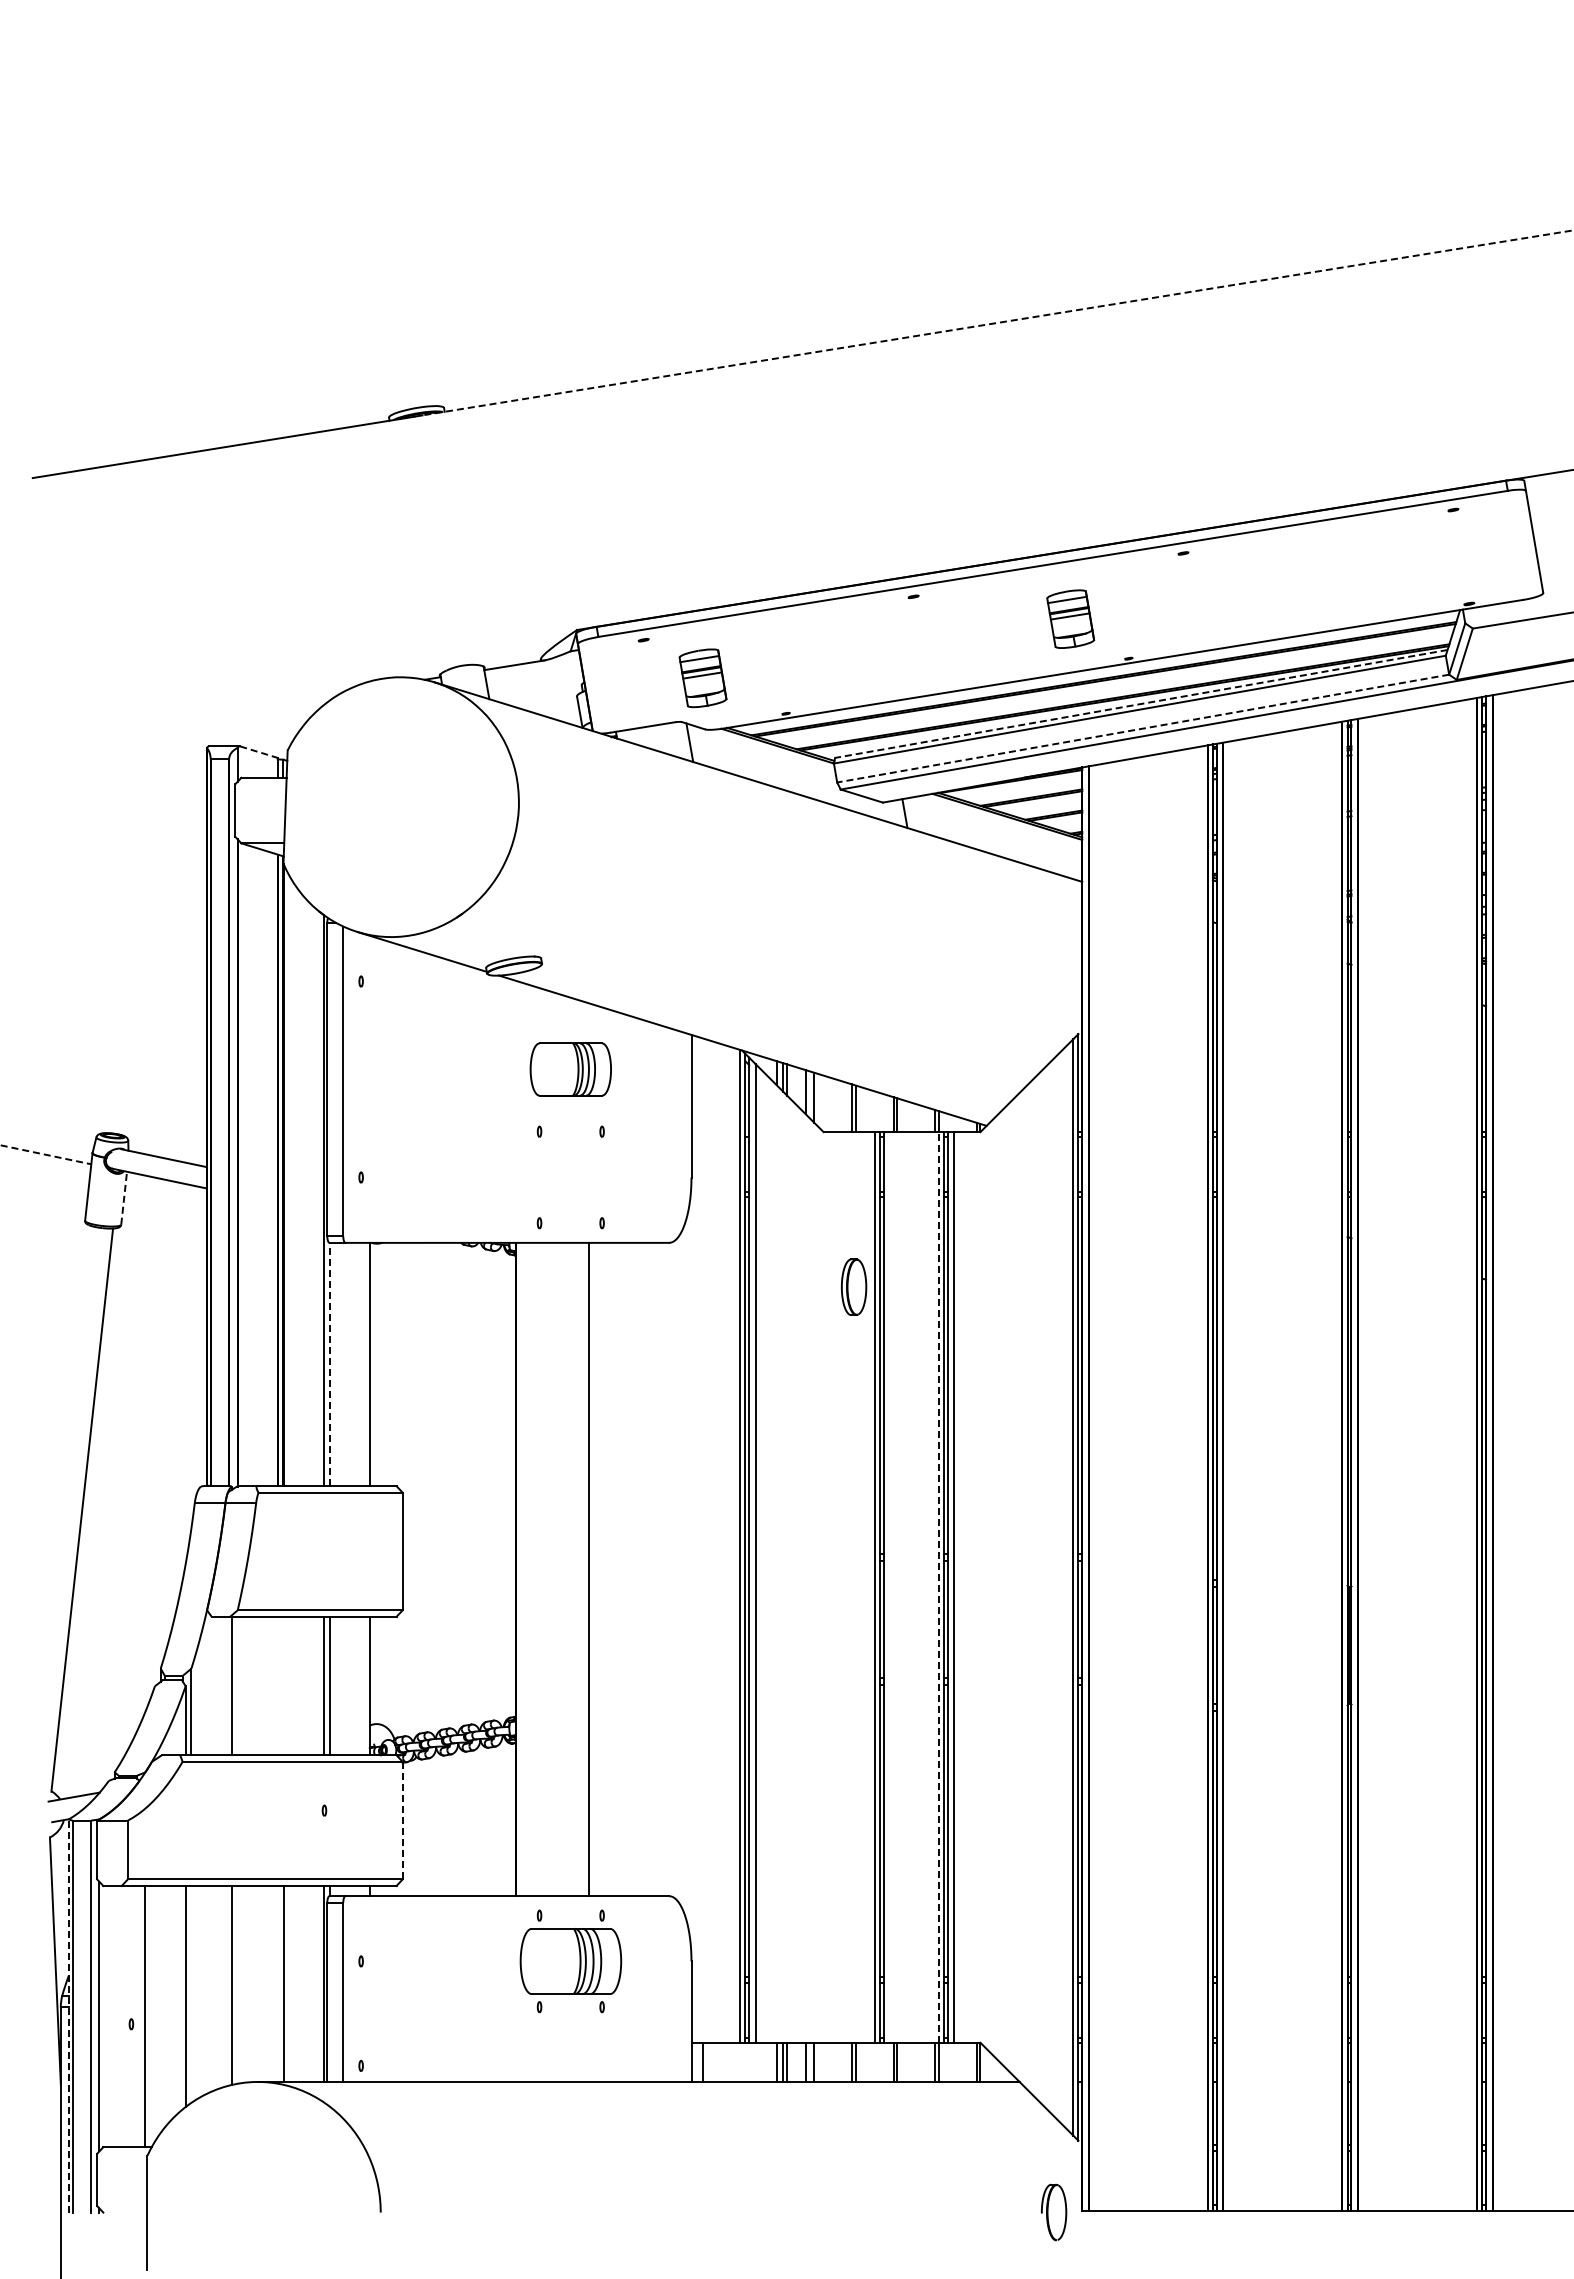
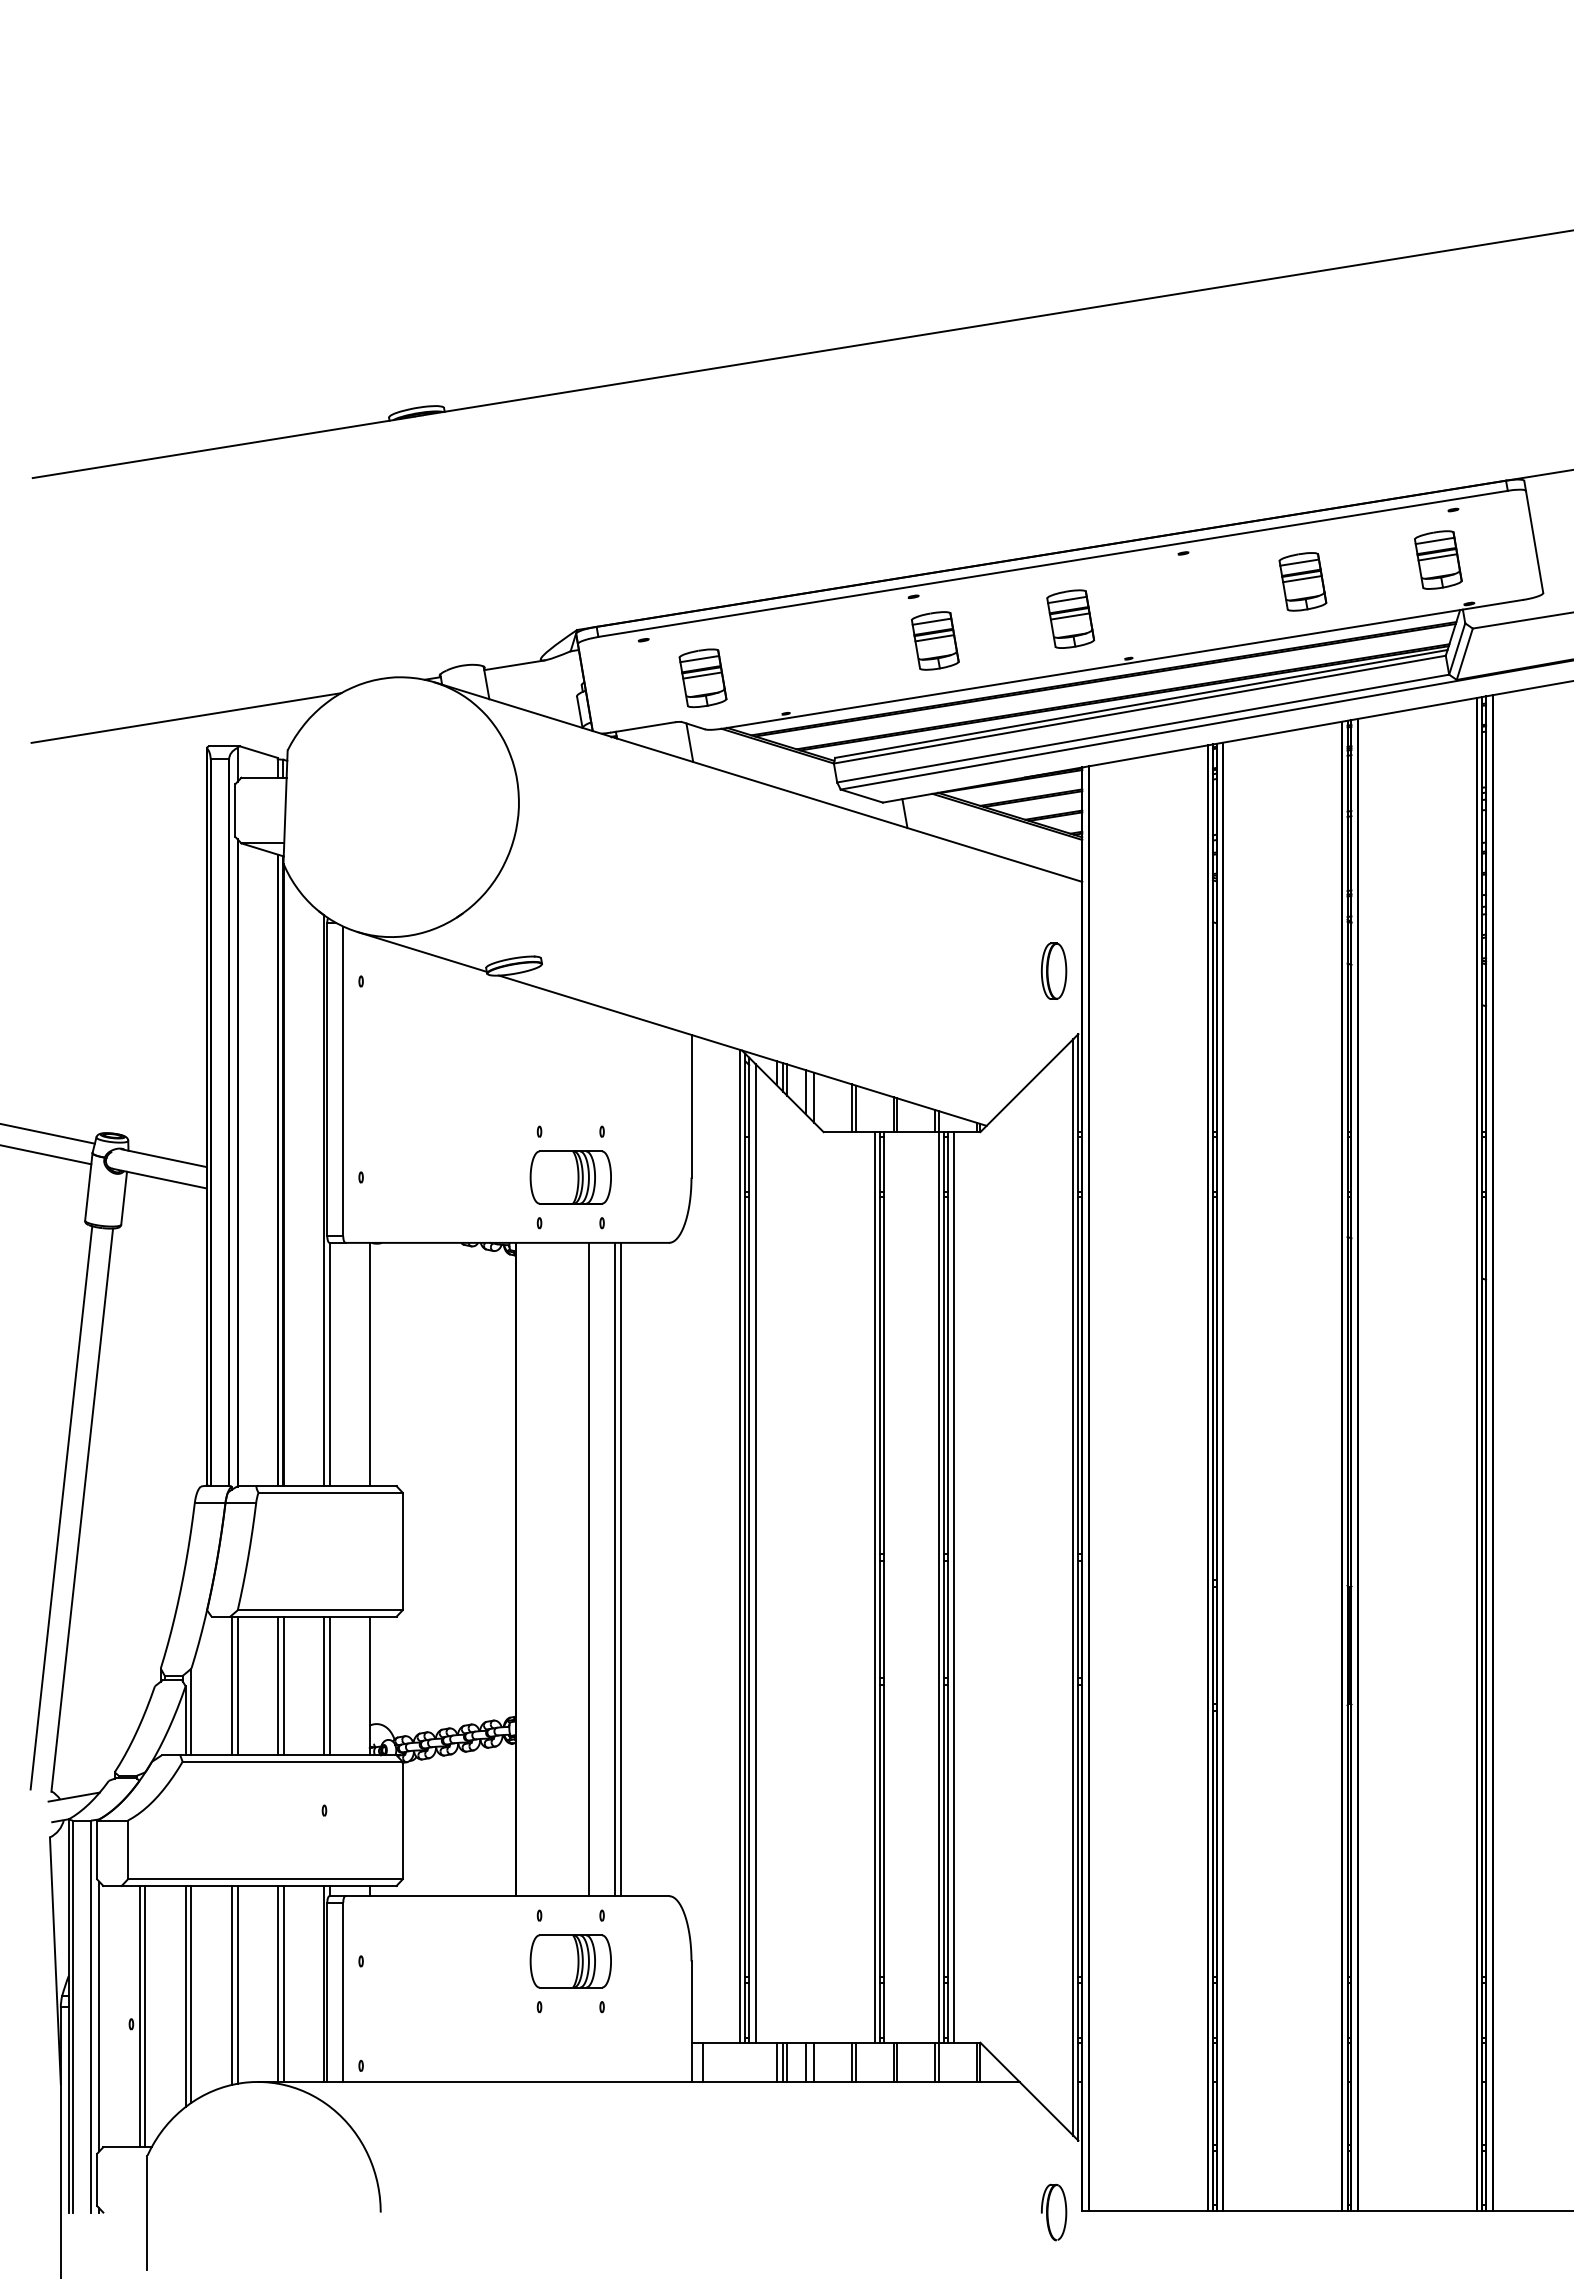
line at (998, 322): dashed -> solid
part at (1438, 559): none -> present
part at (1302, 581): none -> present
part at (935, 640): none -> present
line at (1141, 703): dashed -> solid
line at (186, 717): none -> present
line at (1143, 728): dashed -> solid
line at (258, 752): dashed -> solid
part at (570, 1069) position: (570, 1069) -> (570, 1177)
line at (48, 1133): none -> present
line at (46, 1154): dashed -> solid
line at (124, 1198): dashed -> solid
part at (853, 1286) position: (853, 1286) -> (1053, 970)
line at (329, 1364): dashed -> solid
line at (61, 1507): none -> present
line at (614, 1569): none -> present
line at (621, 1569): none -> present
line at (938, 1586): dashed -> solid
line at (237, 1685): none -> present
line at (277, 1685): none -> present
line at (283, 1685): none -> present
line at (402, 1820): dashed -> solid
part at (570, 1961) size: 104x67 px -> 83x55 px
line at (277, 1983): none -> present
line at (237, 1984): none -> present
line at (191, 1993): none -> present
line at (68, 2016): dashed -> solid
line at (139, 2016): none -> present
